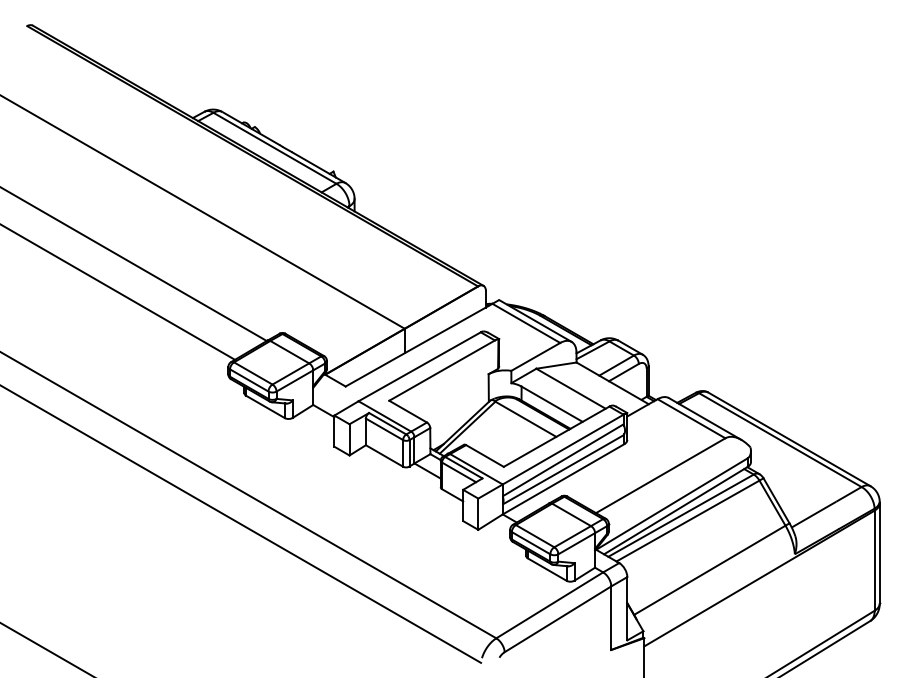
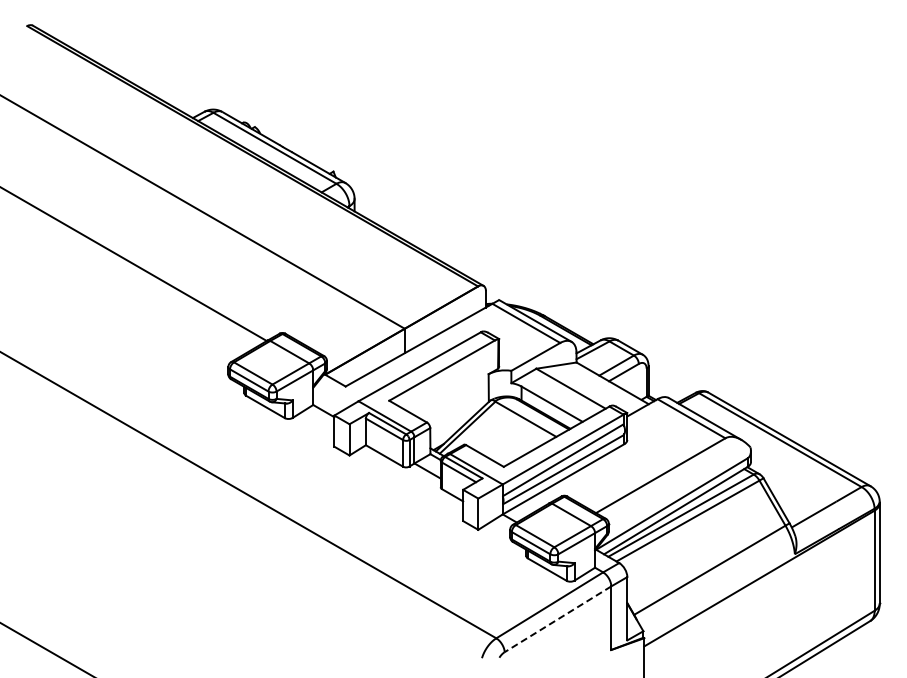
line at (118, 292): present -> none
line at (241, 524): present -> none
line at (557, 619): solid -> dashed
